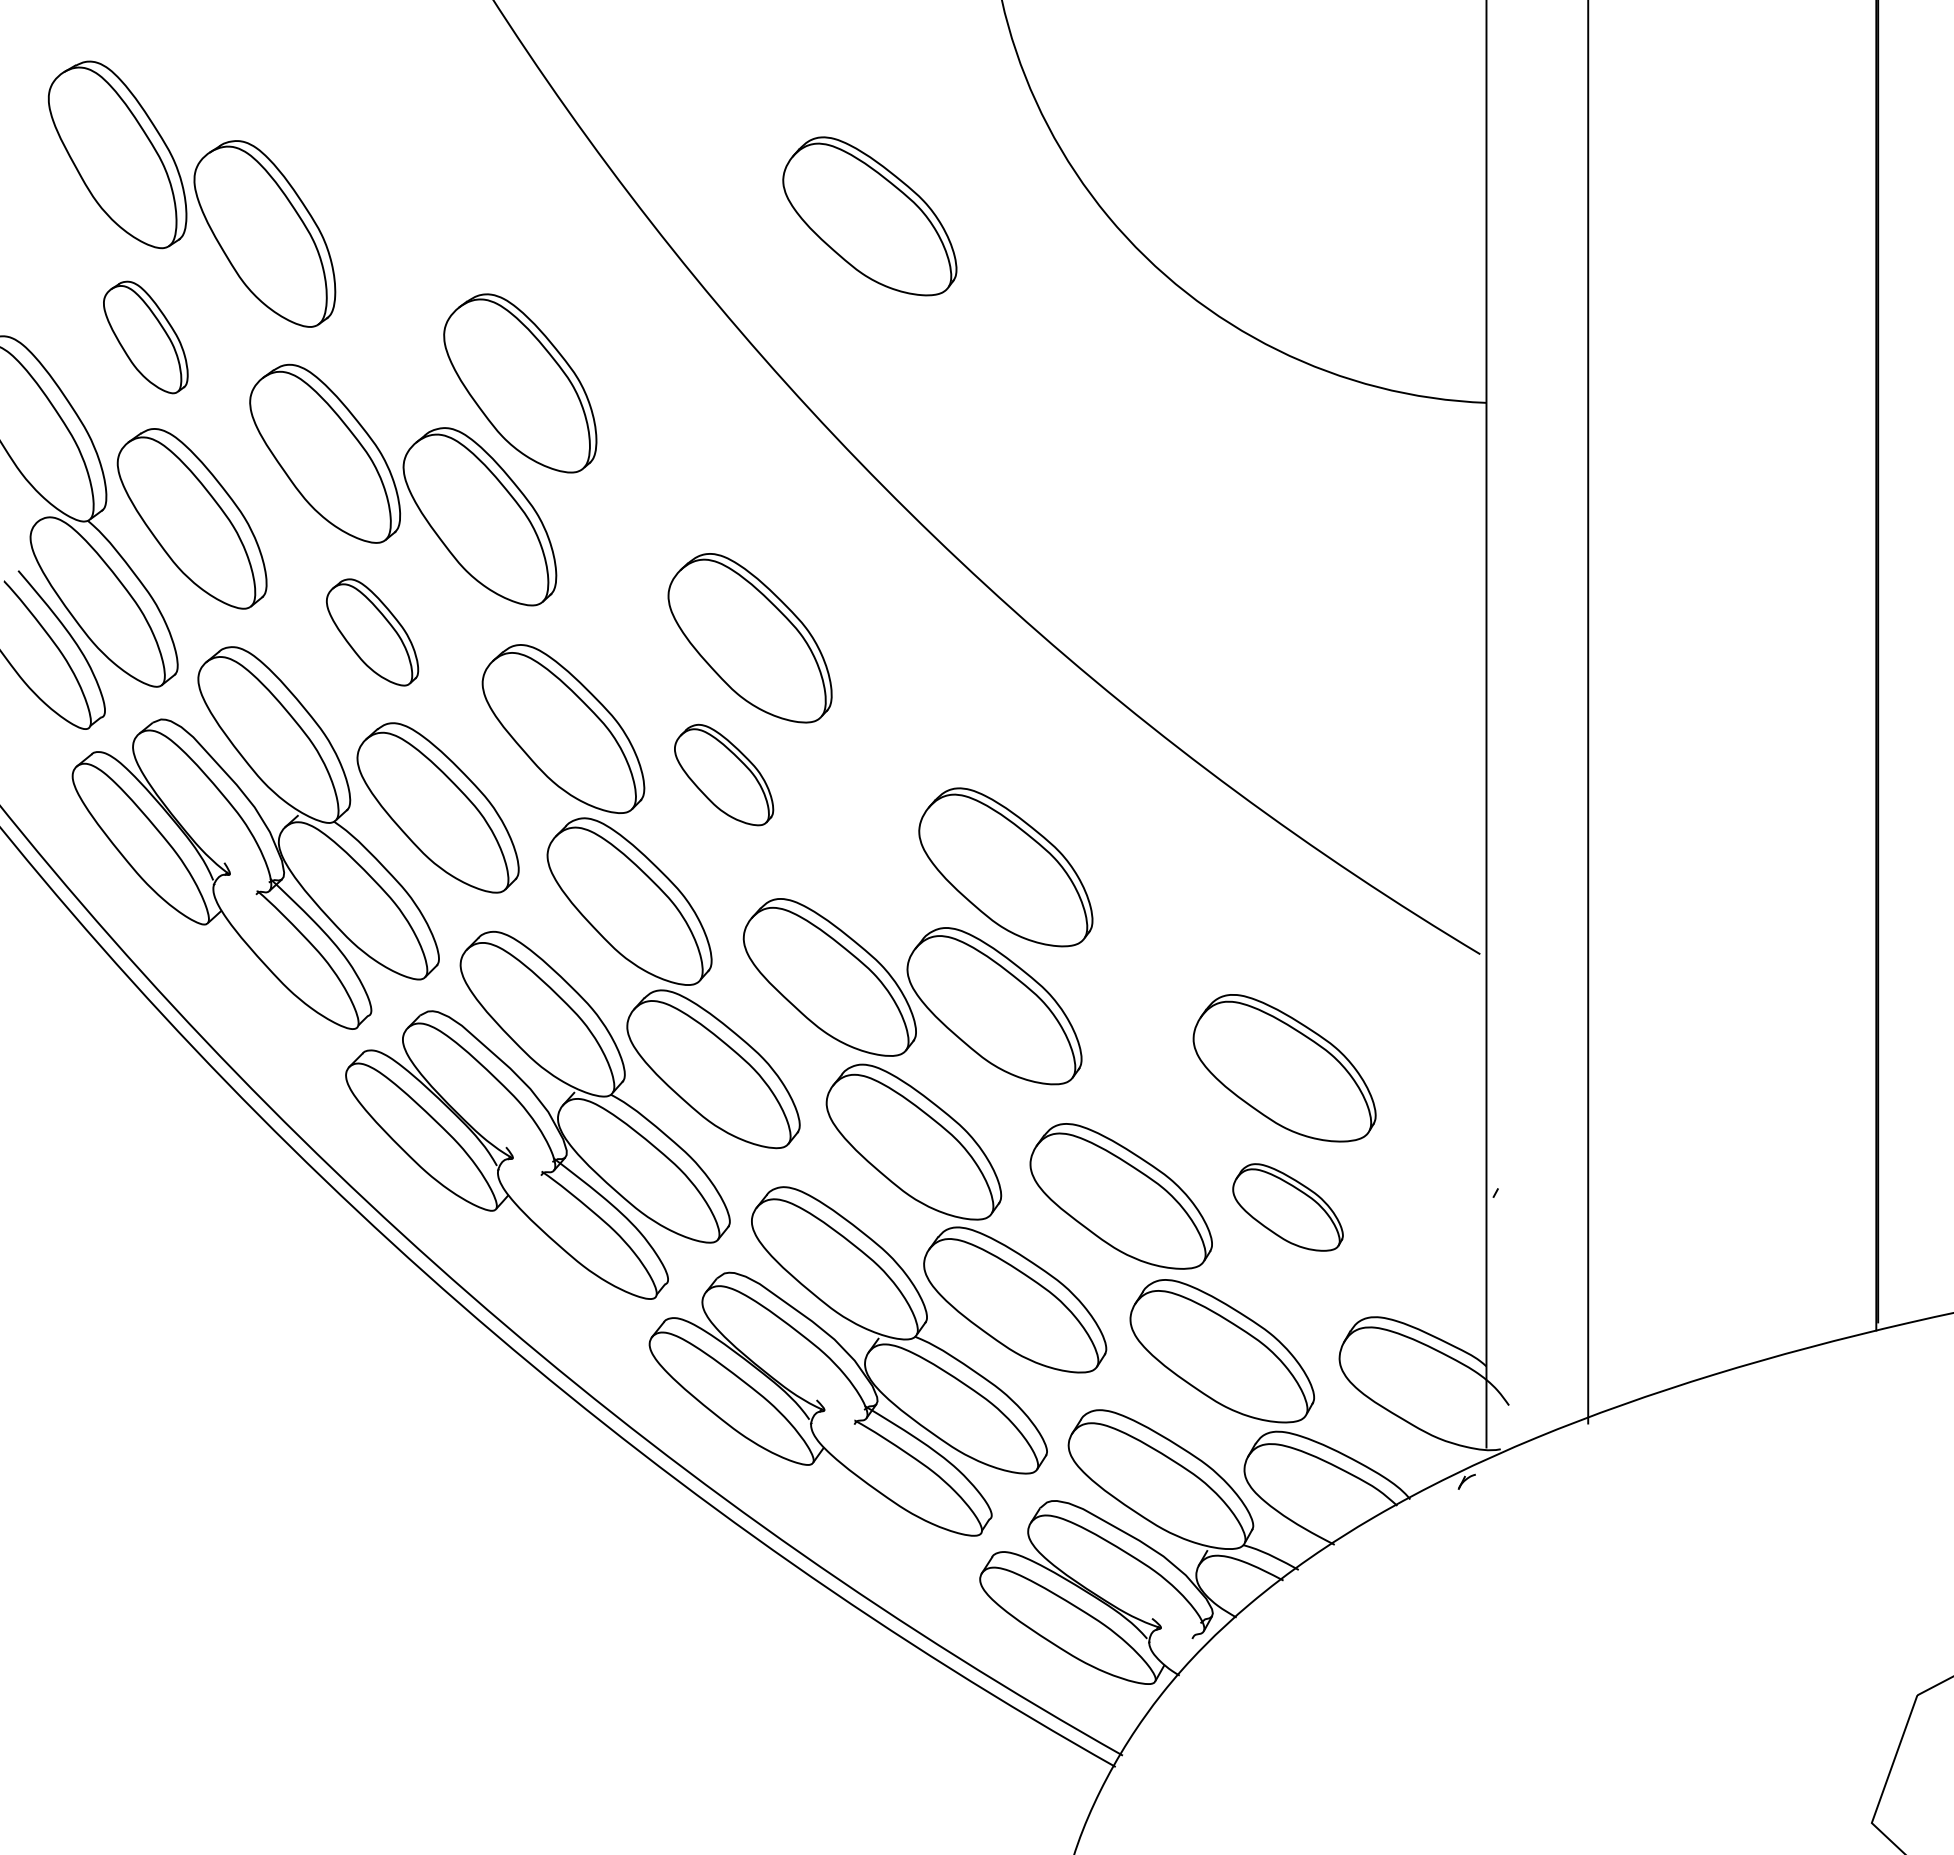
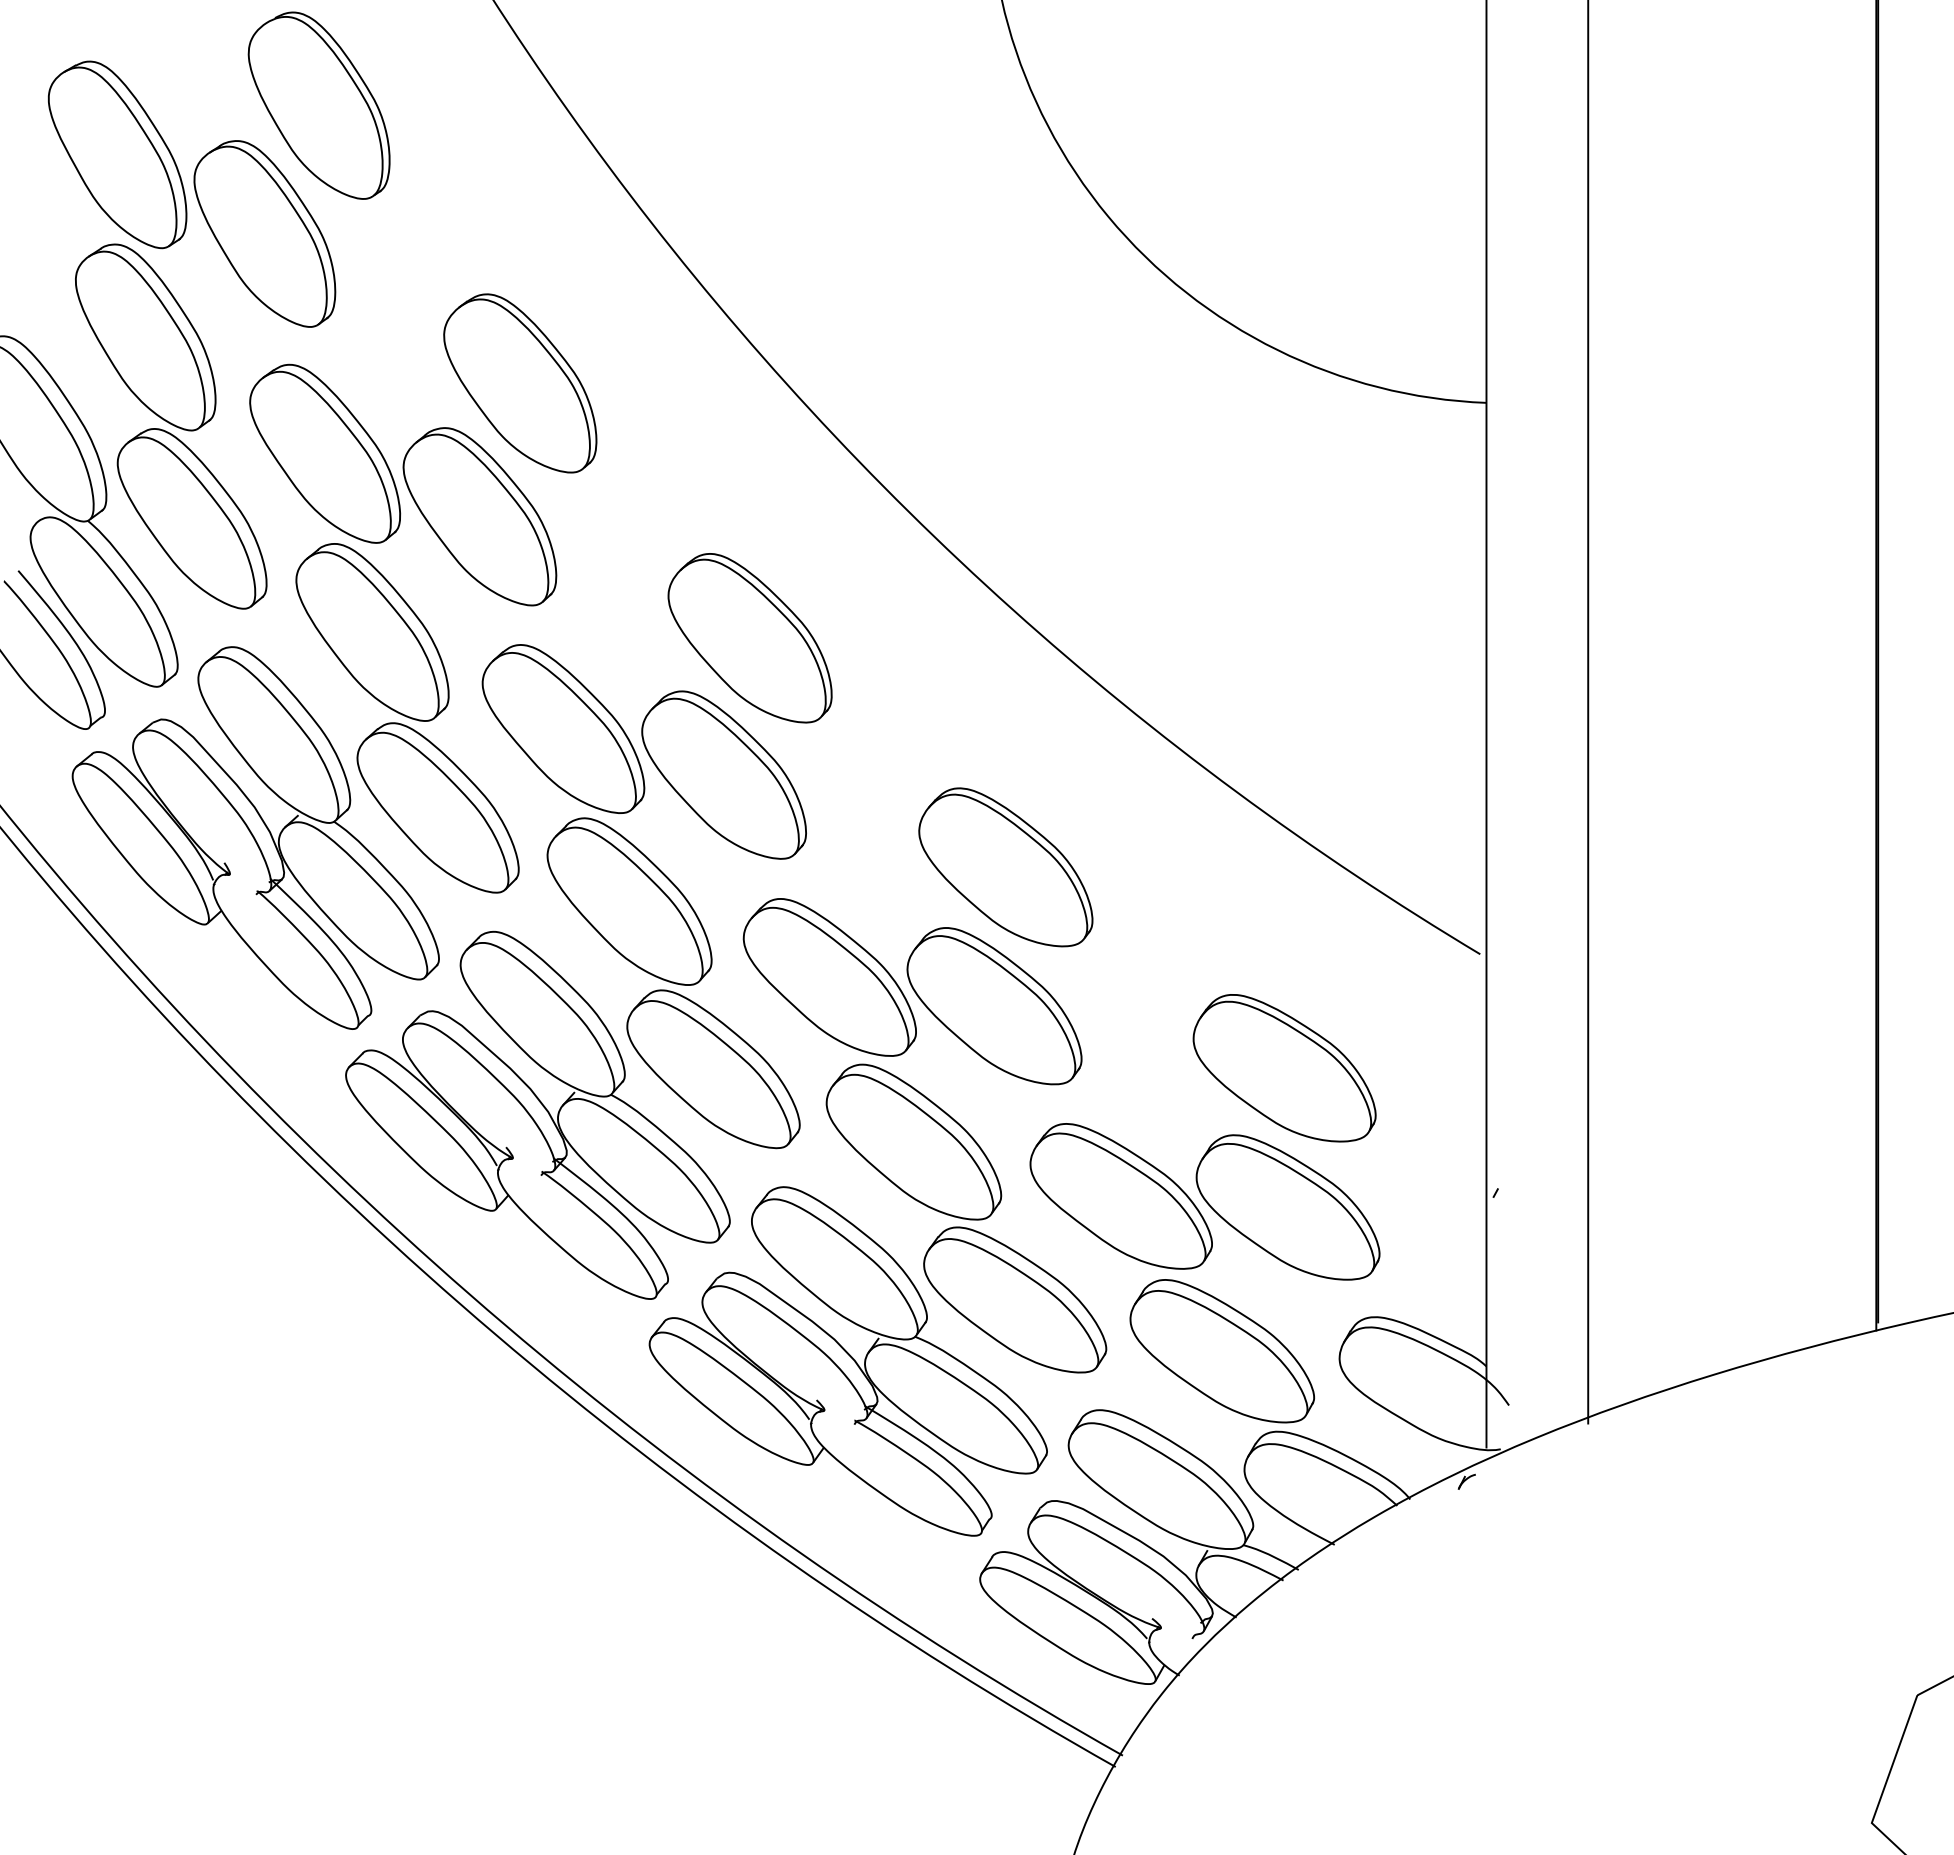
part at (318, 105): none -> present
part at (869, 216): present -> none
part at (145, 337) size: 86x115 px -> 142x189 px
part at (372, 632) size: 94x109 px -> 155x179 px
part at (724, 774) size: 101x104 px -> 166x170 px
part at (1287, 1207) size: 112x89 px -> 186x147 px
